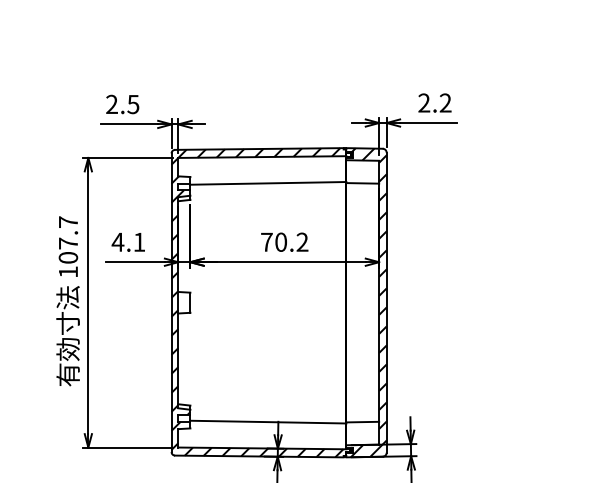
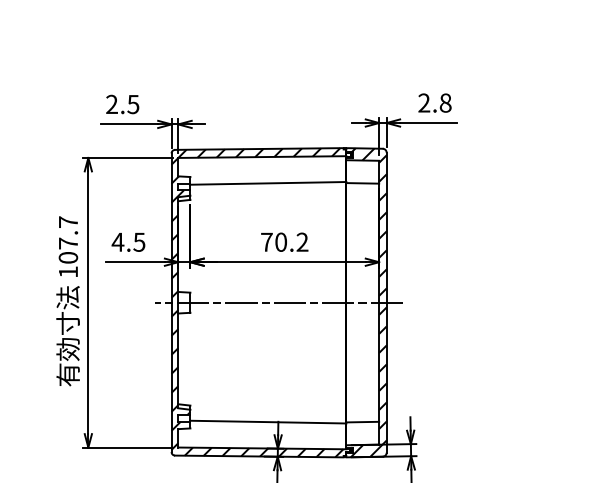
text at (445, 102): 2.2 -> 2.8
text at (139, 241): 4.1 -> 4.5
line at (278, 302): none -> present
